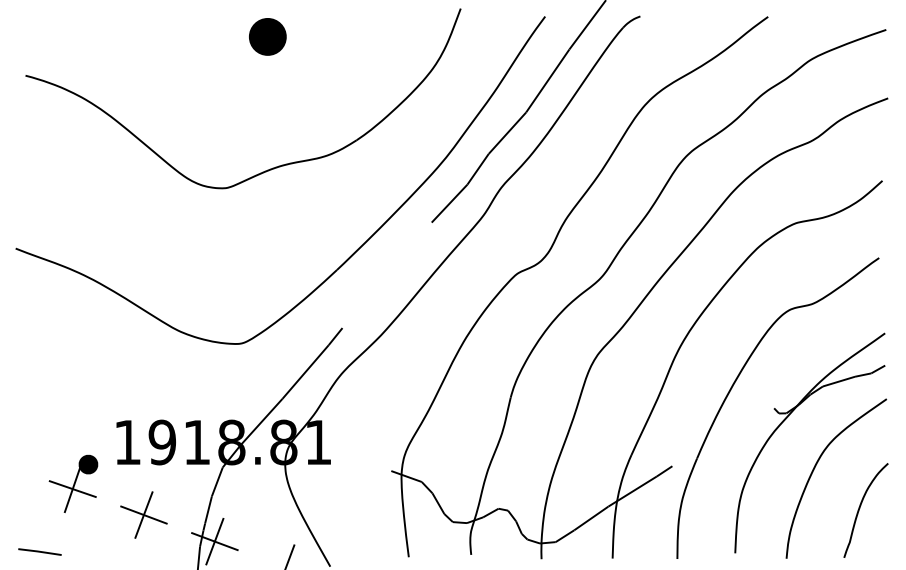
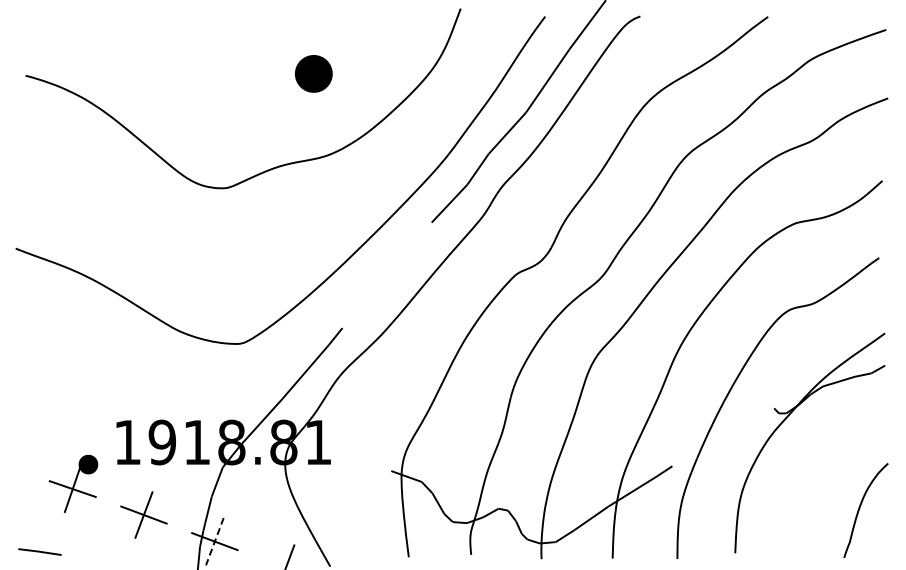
part at (267, 36) position: (267, 36) -> (313, 73)
curve at (815, 468): present -> none
line at (214, 541): solid -> dashed
